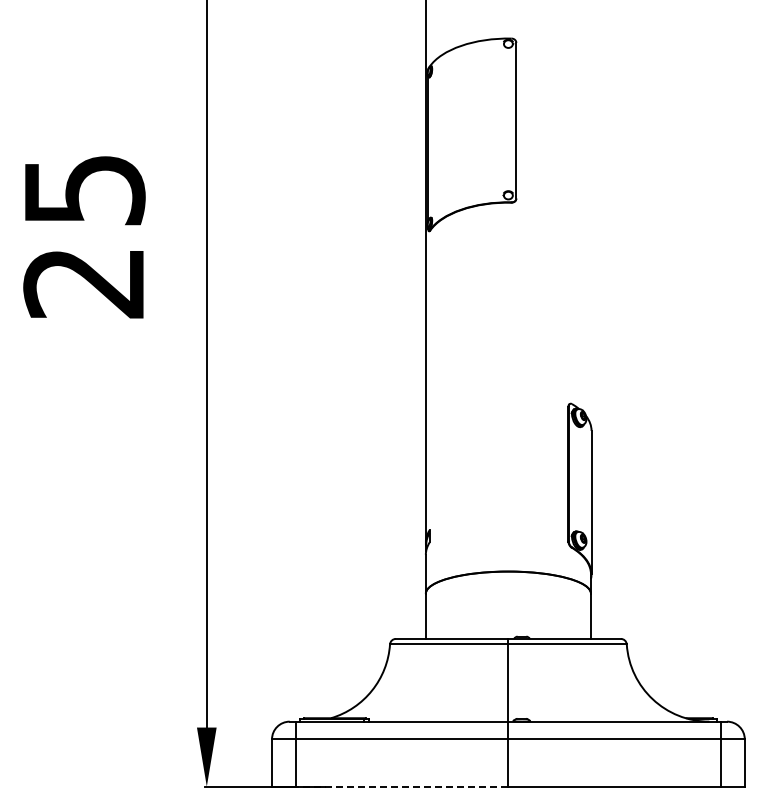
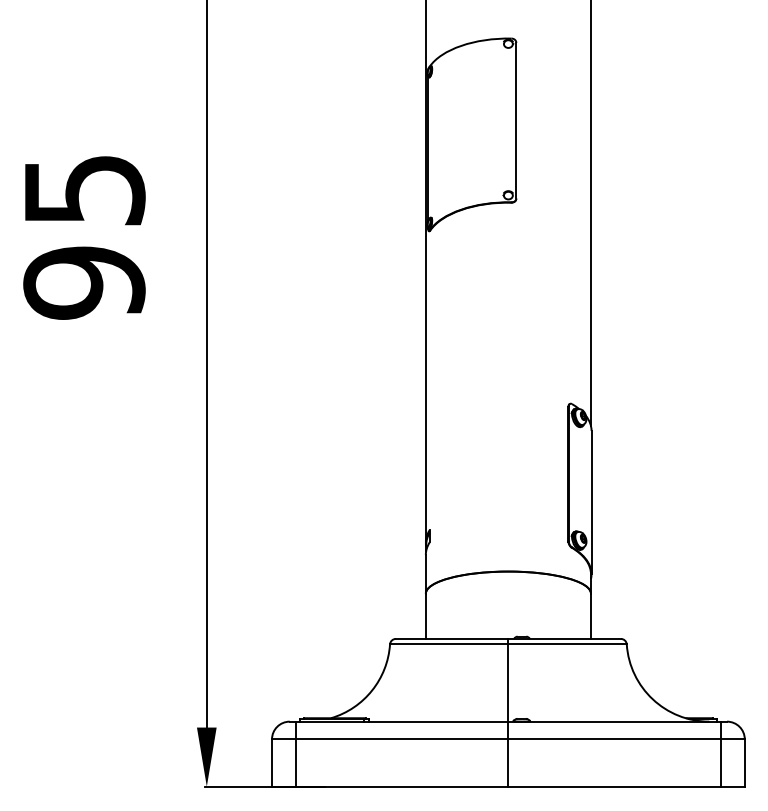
line at (590, 213): none -> present
text at (84, 282): 25 -> 95
line at (401, 786): dashed -> solid
